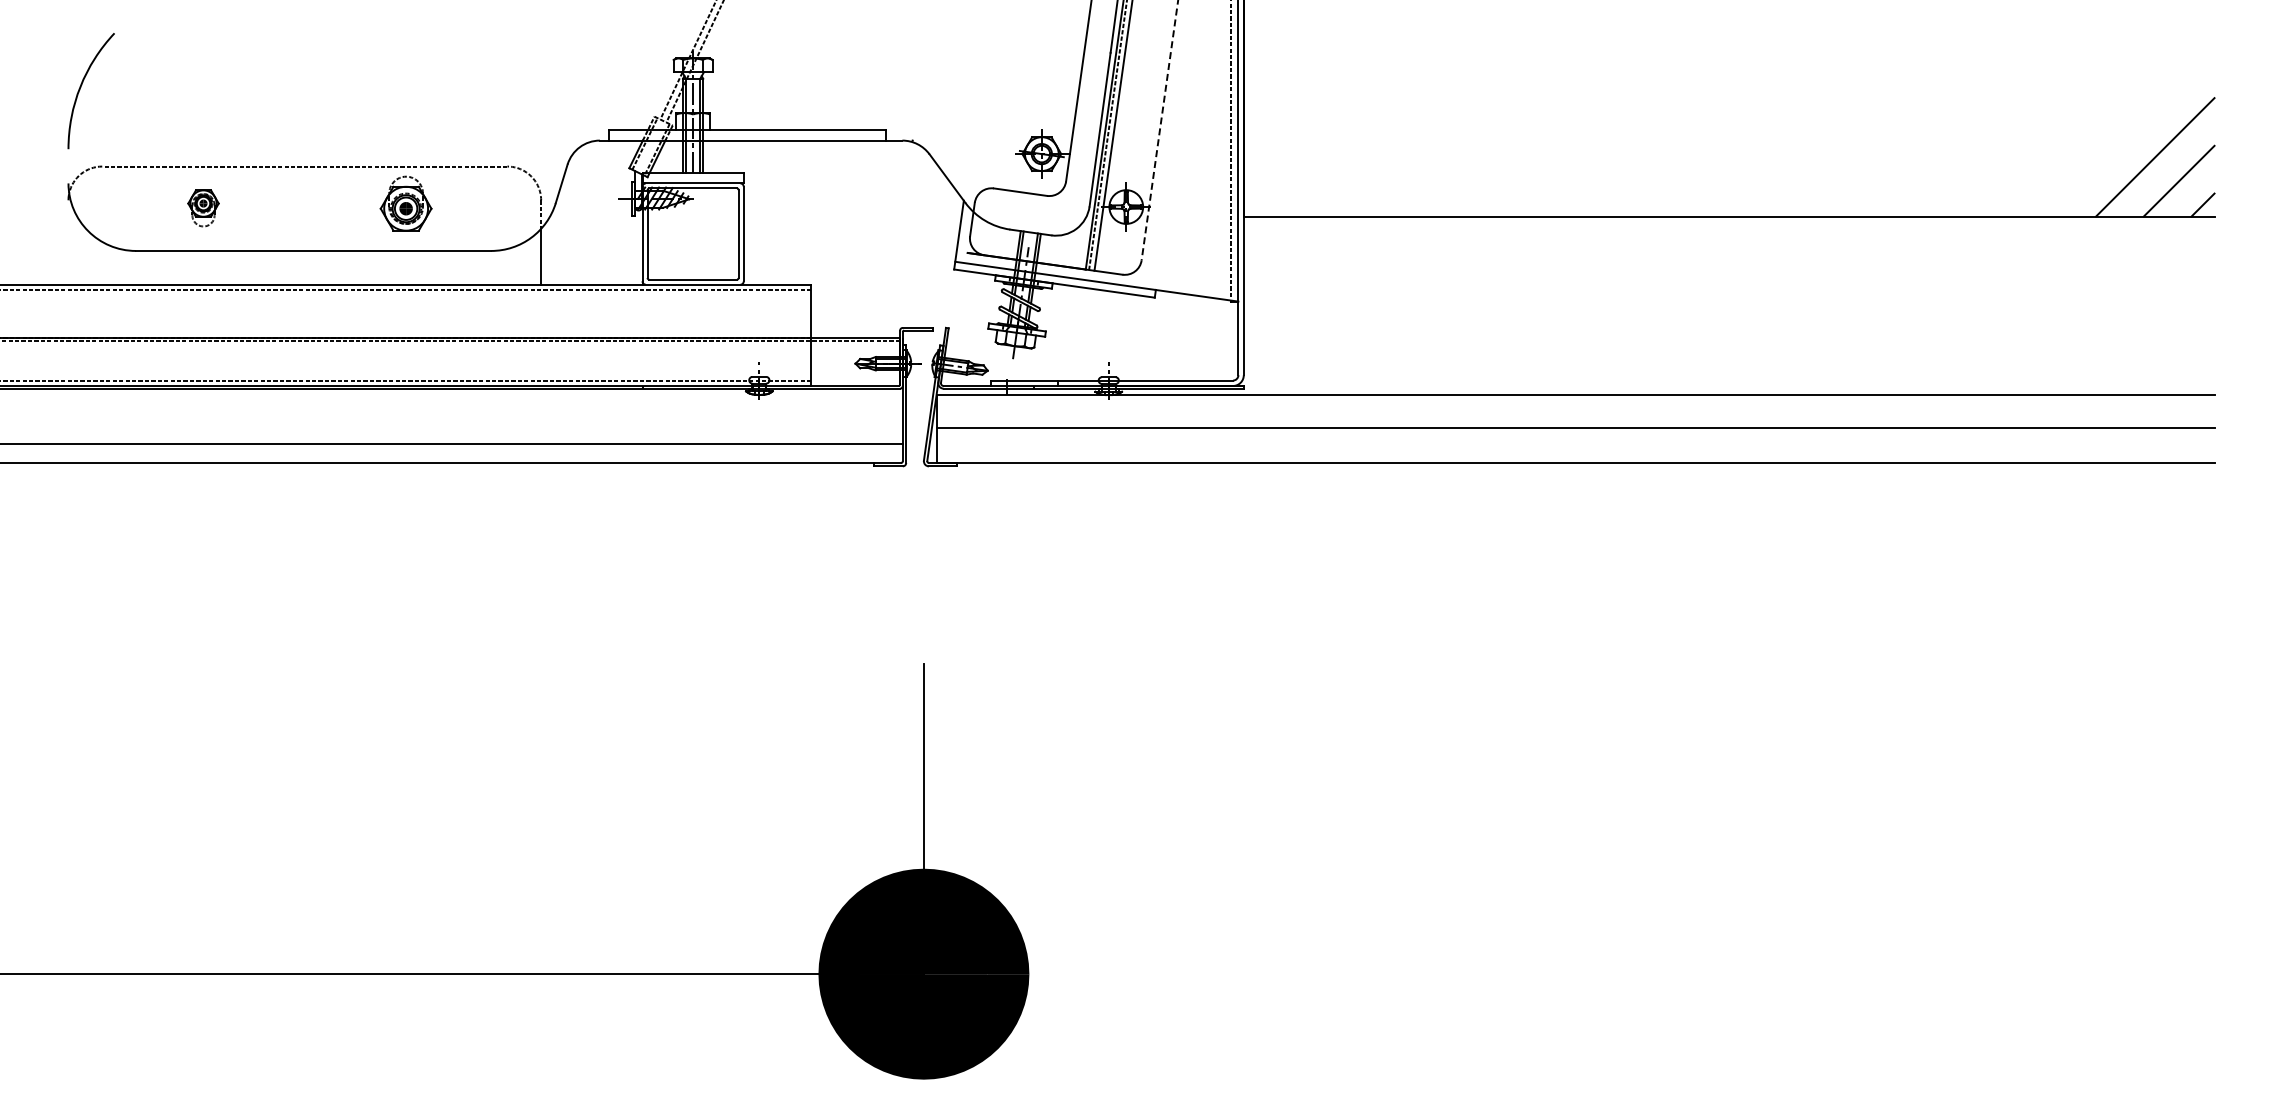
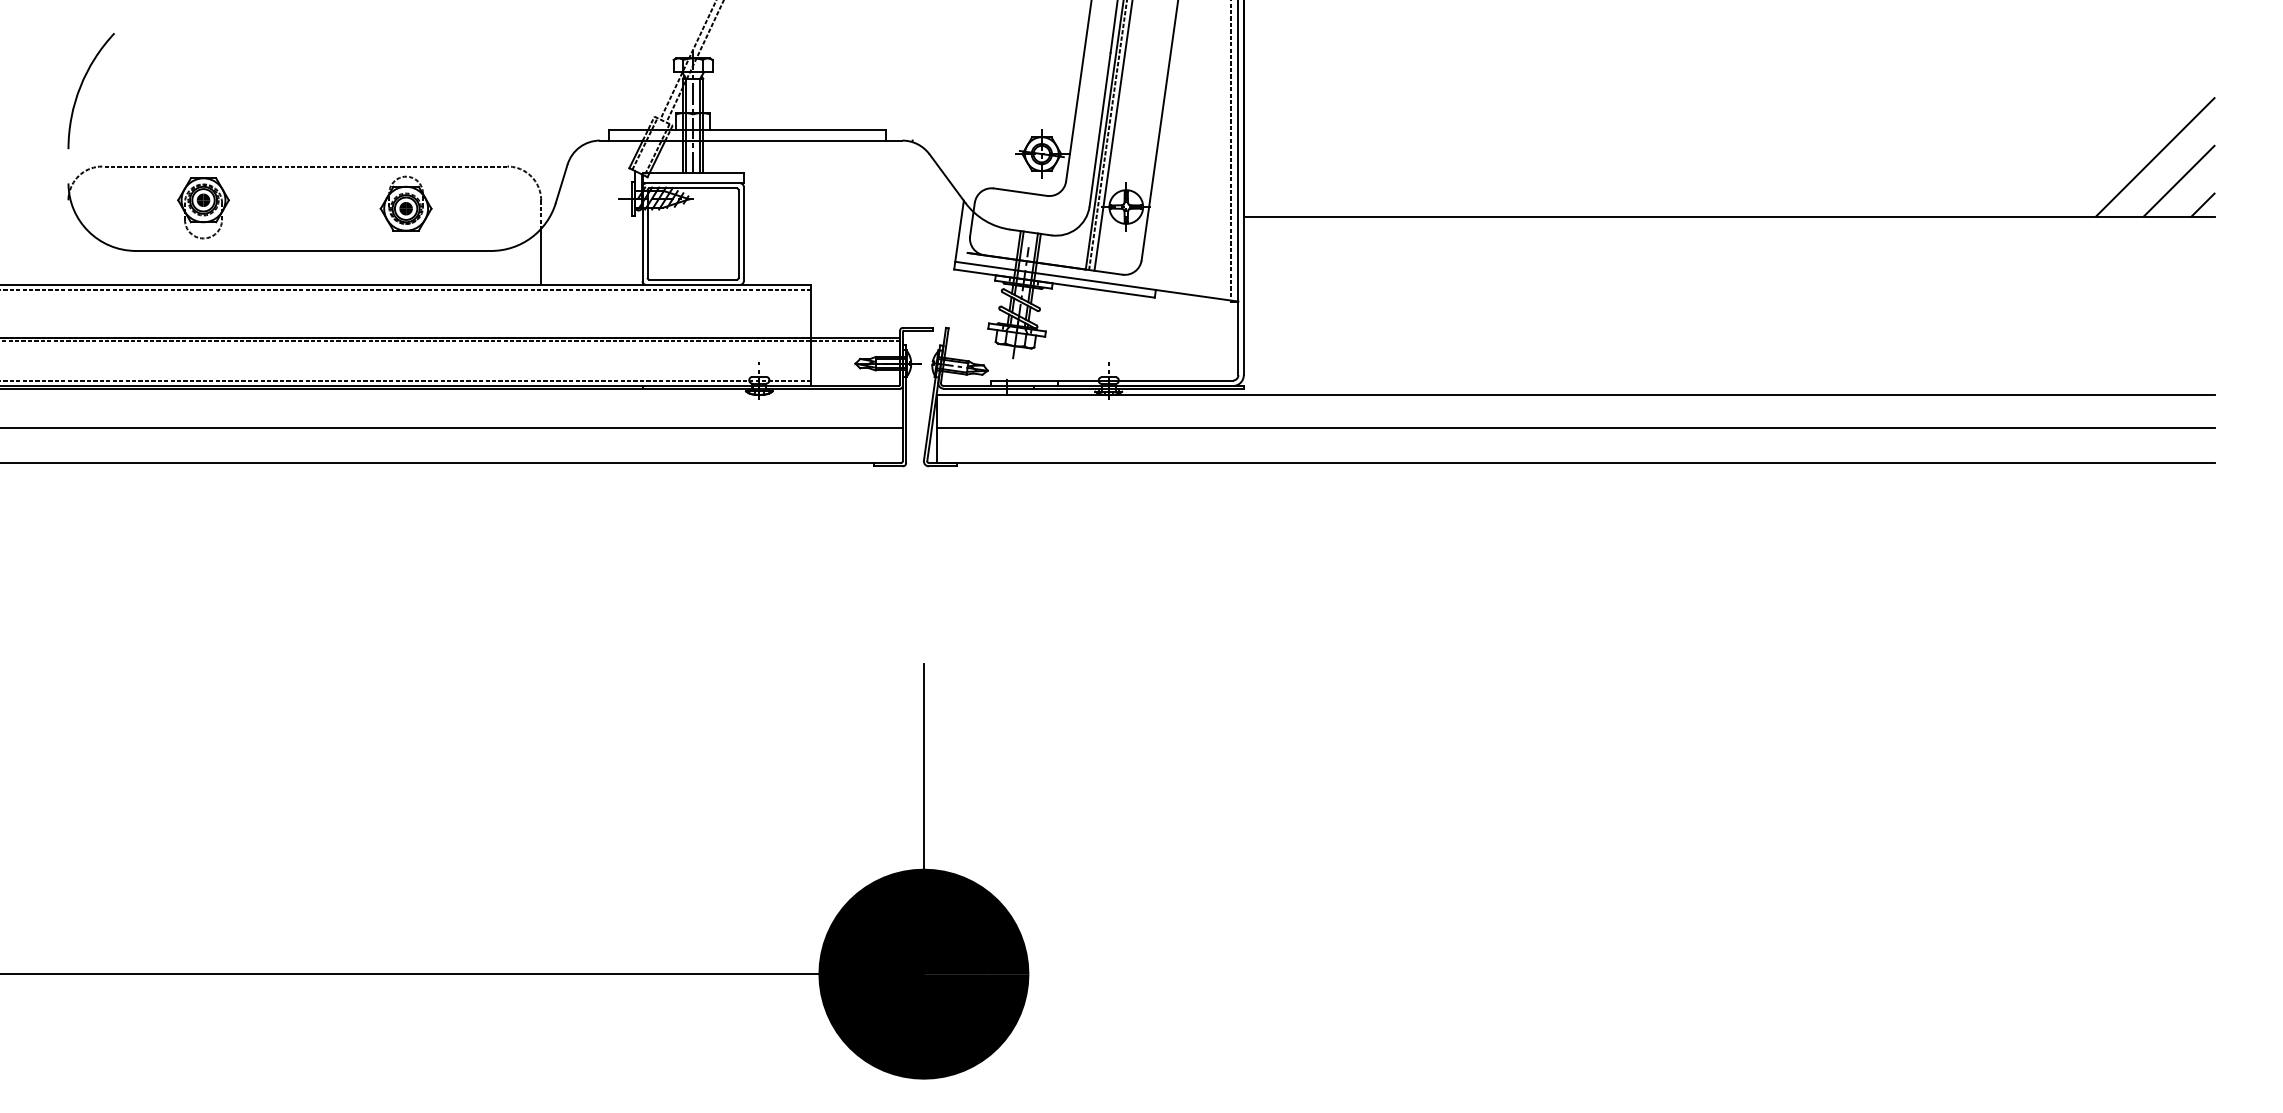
line at (1159, 130): dashed -> solid
part at (203, 208) size: 33x39 px -> 53x63 px
line at (452, 443) position: (452, 443) -> (452, 427)
